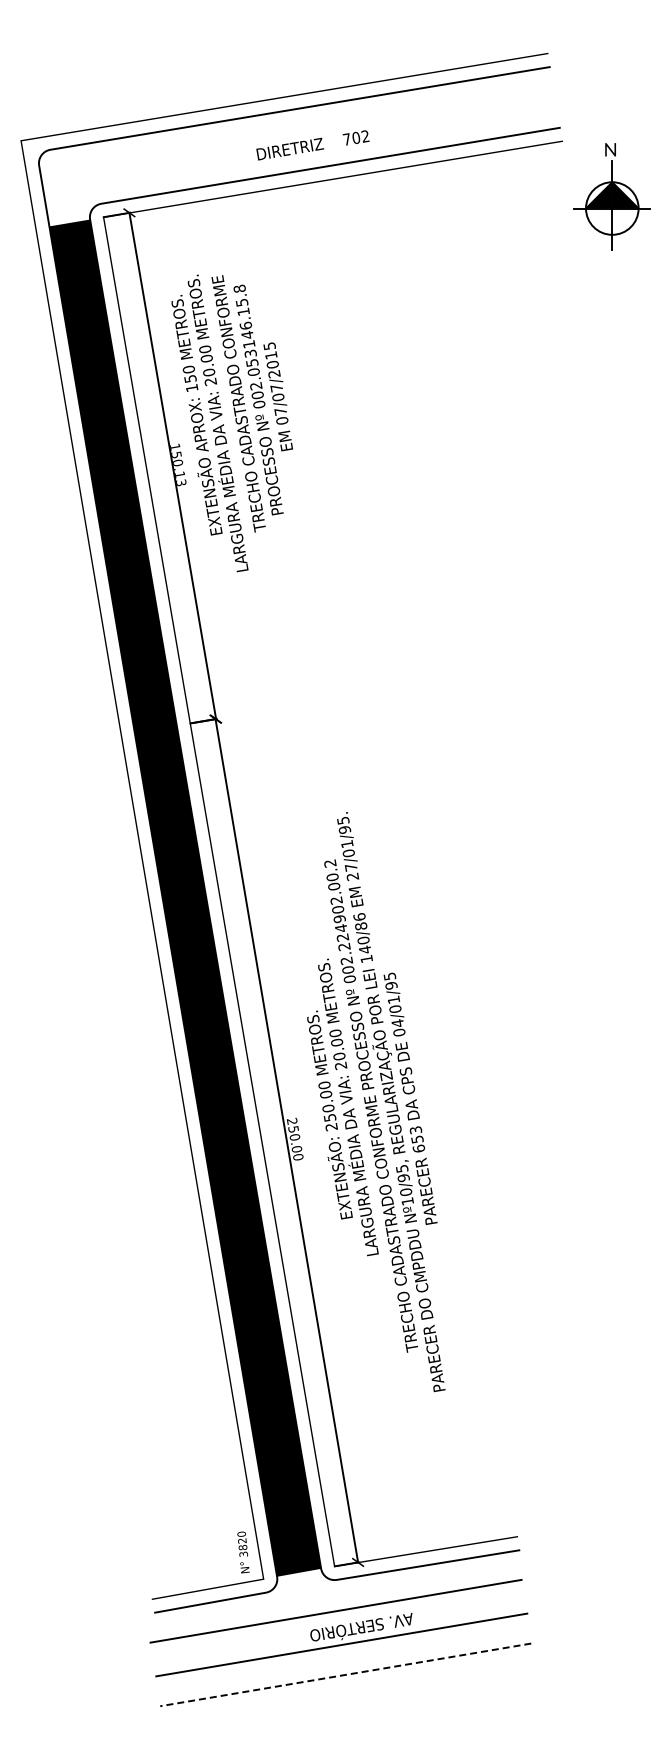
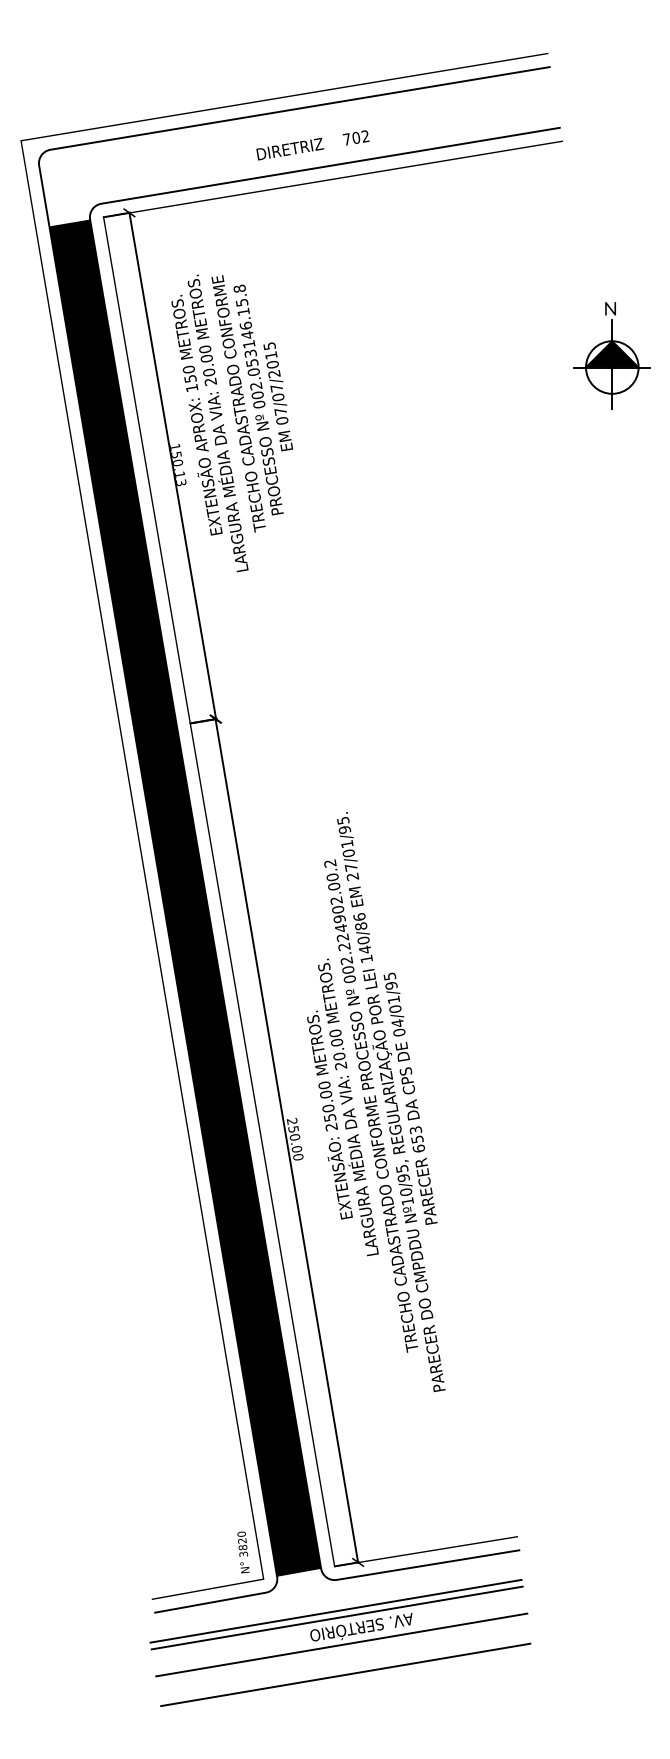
part at (611, 196) position: (611, 196) -> (611, 355)
line at (336, 1617): none -> present
line at (345, 1674): dashed -> solid
